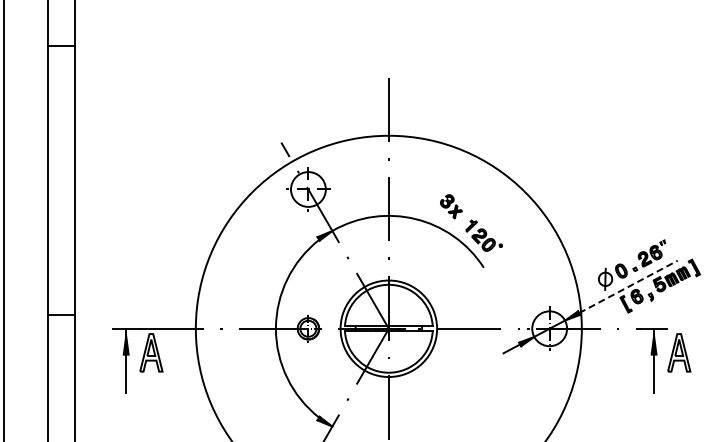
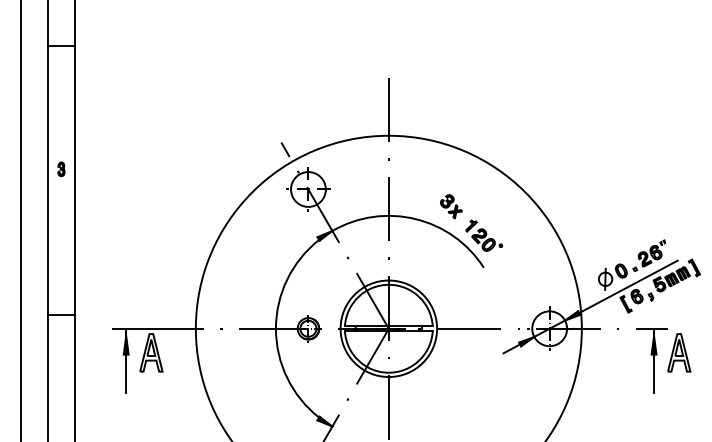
part at (61, 169): none -> present
line at (4, 220) position: (4, 220) -> (21, 220)
line at (628, 286): dashed -> solid
